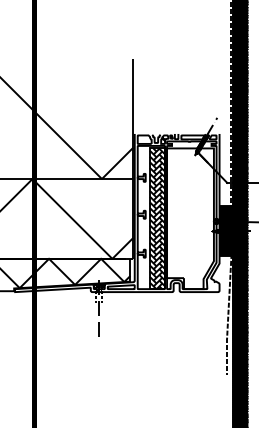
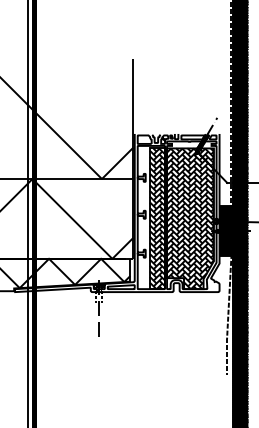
line at (28, 213): none -> present
hatch at (190, 218): none -> present
